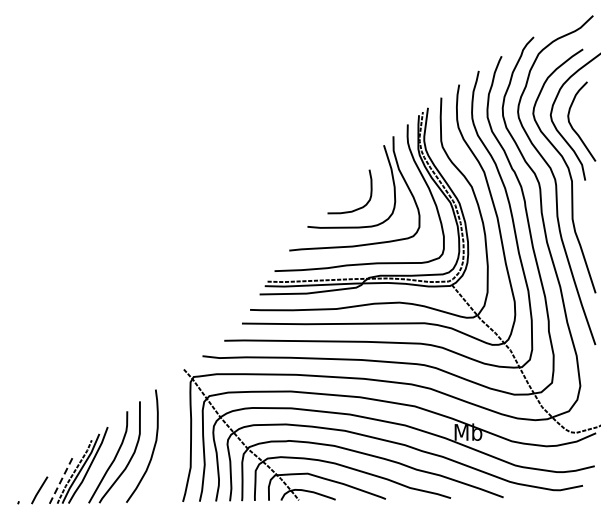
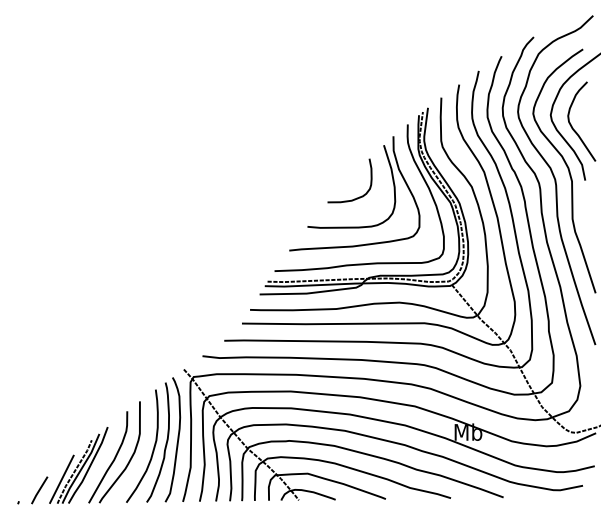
curve at (356, 208) position: (356, 208) -> (356, 197)
part at (163, 439): none -> present
line at (62, 478): dashed -> solid
